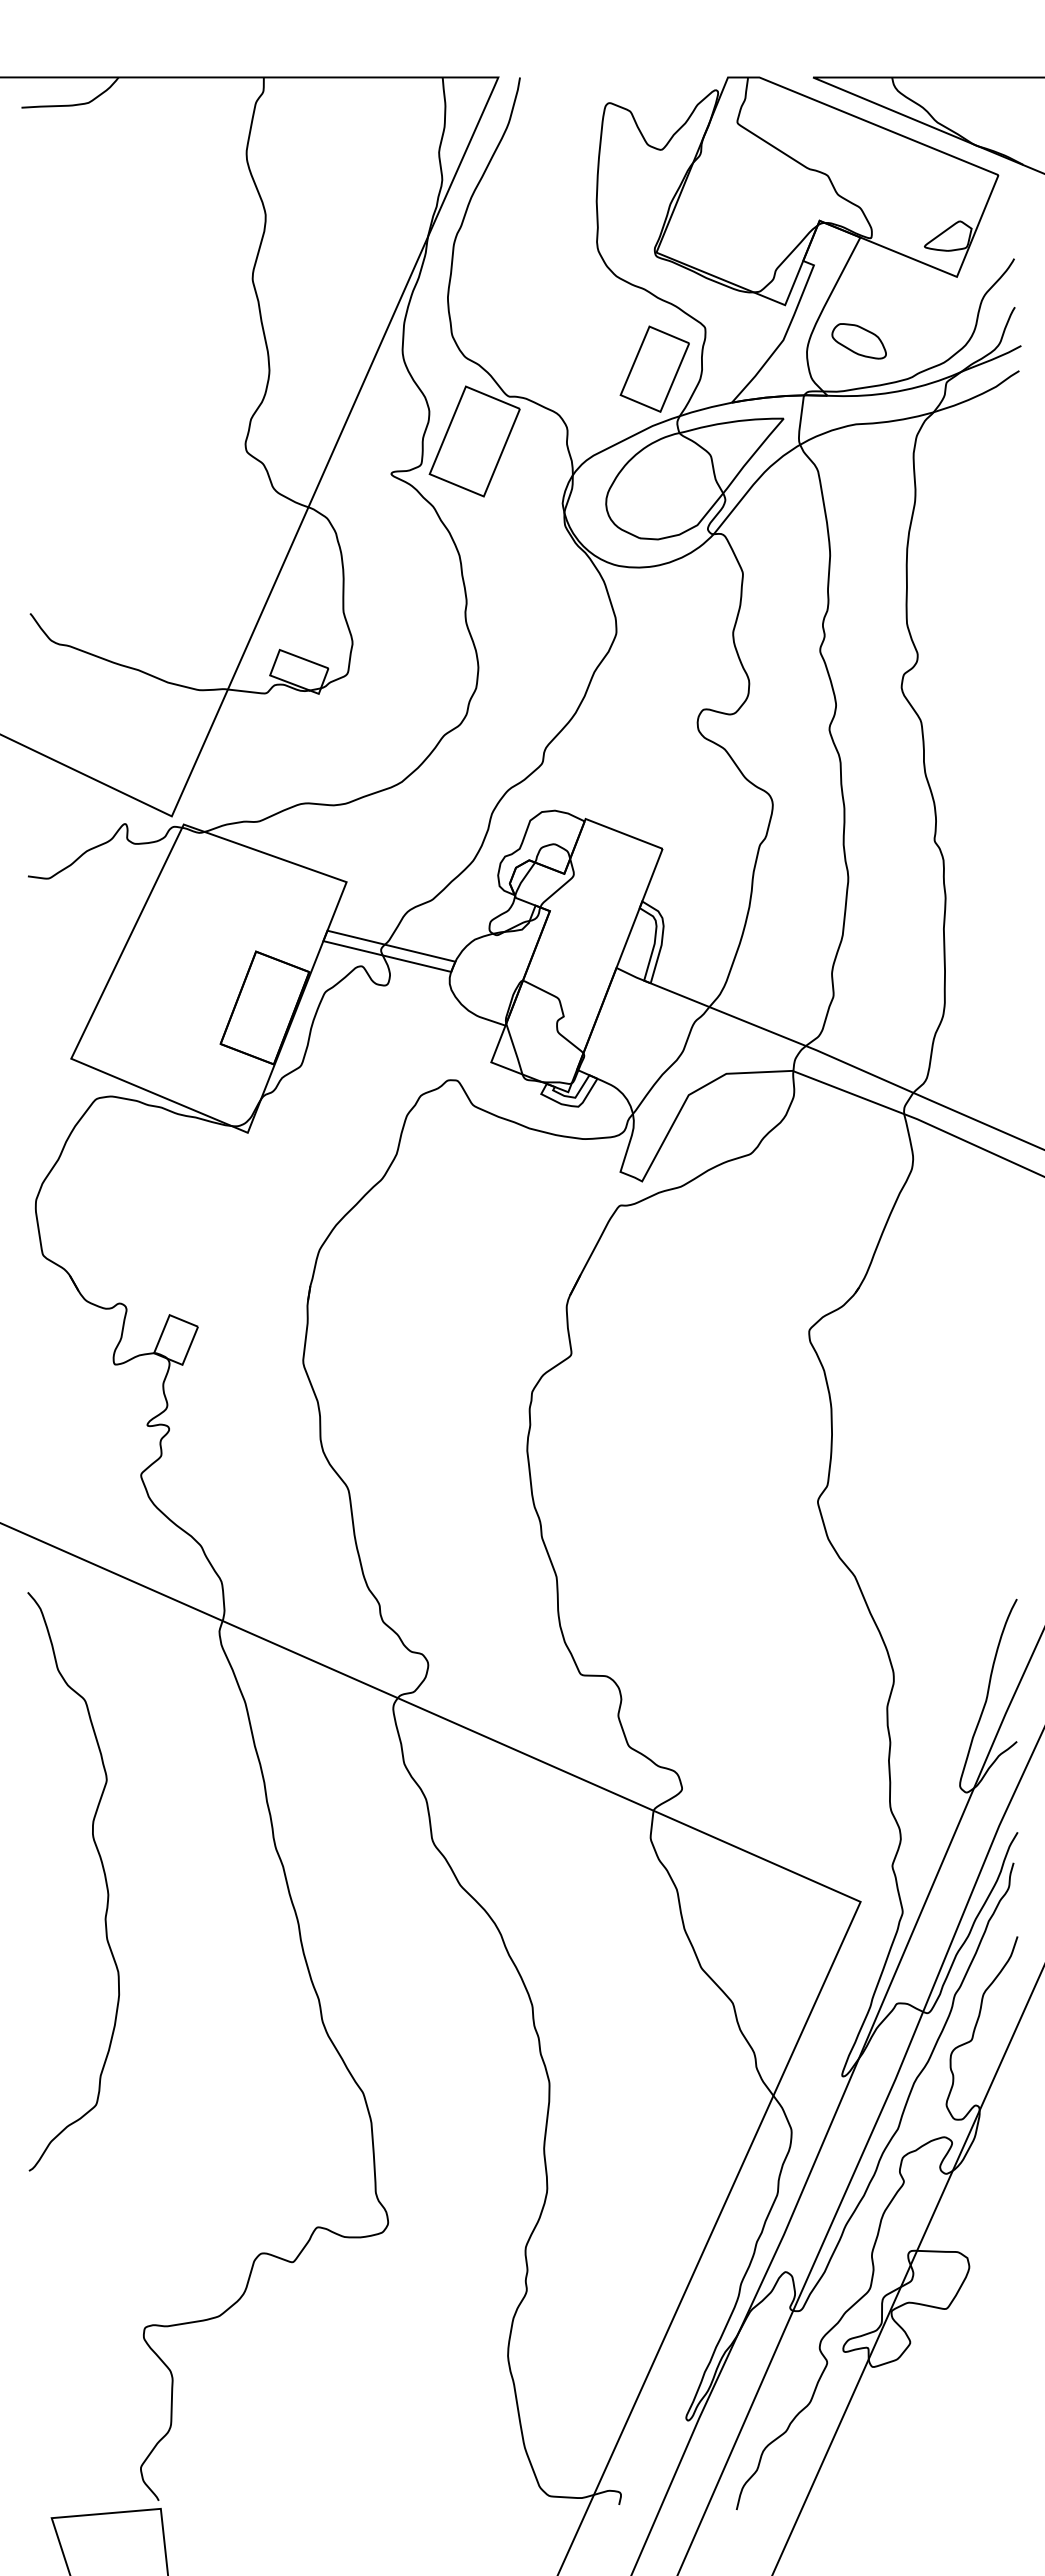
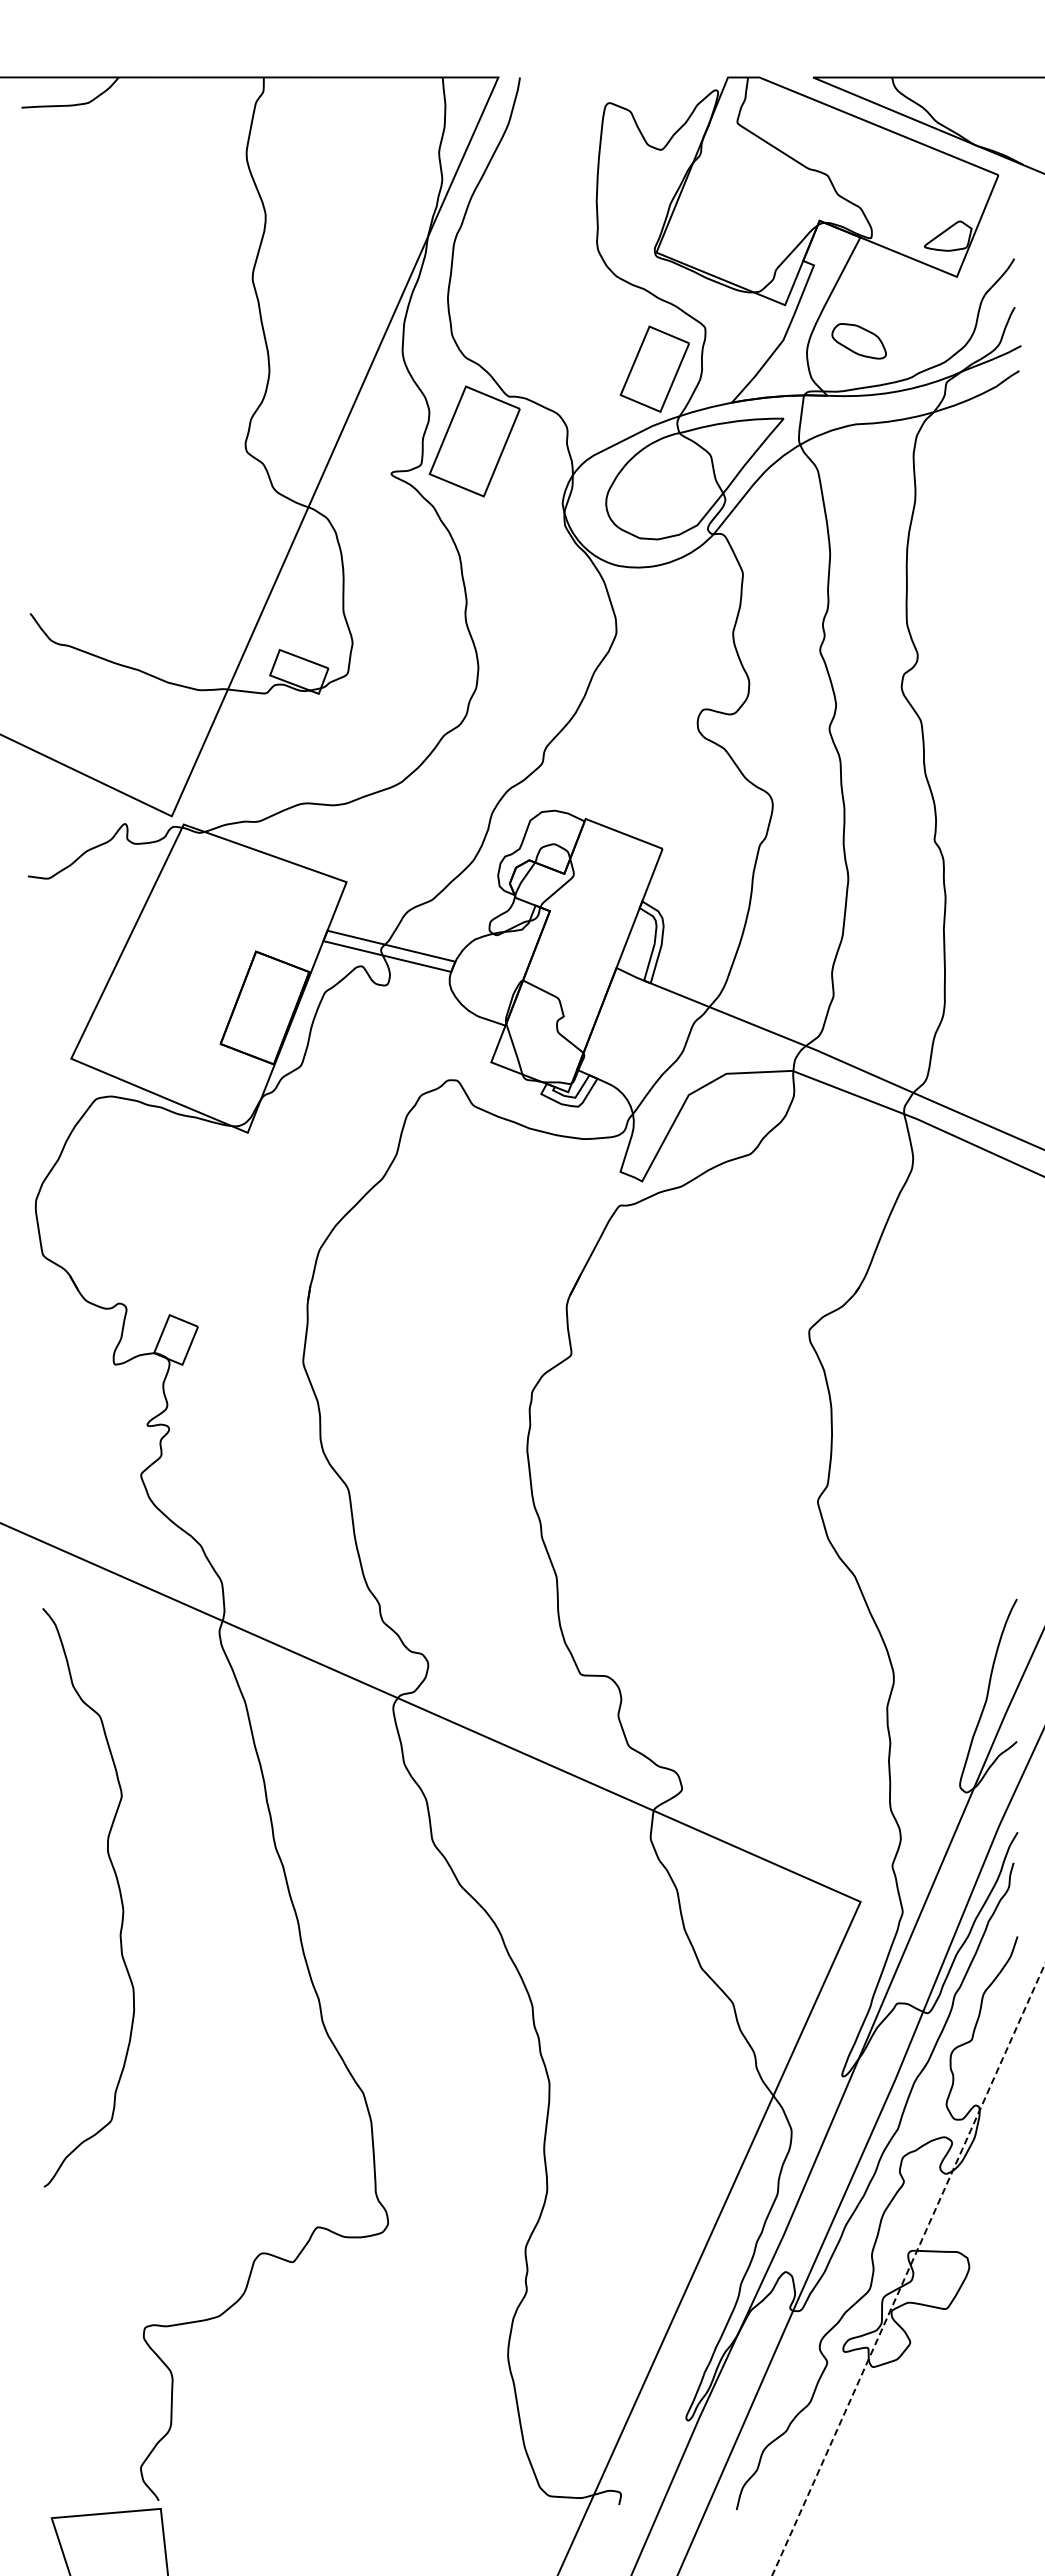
curve at (103, 1873) position: (103, 1873) -> (118, 1889)
line at (908, 2269): solid -> dashed
